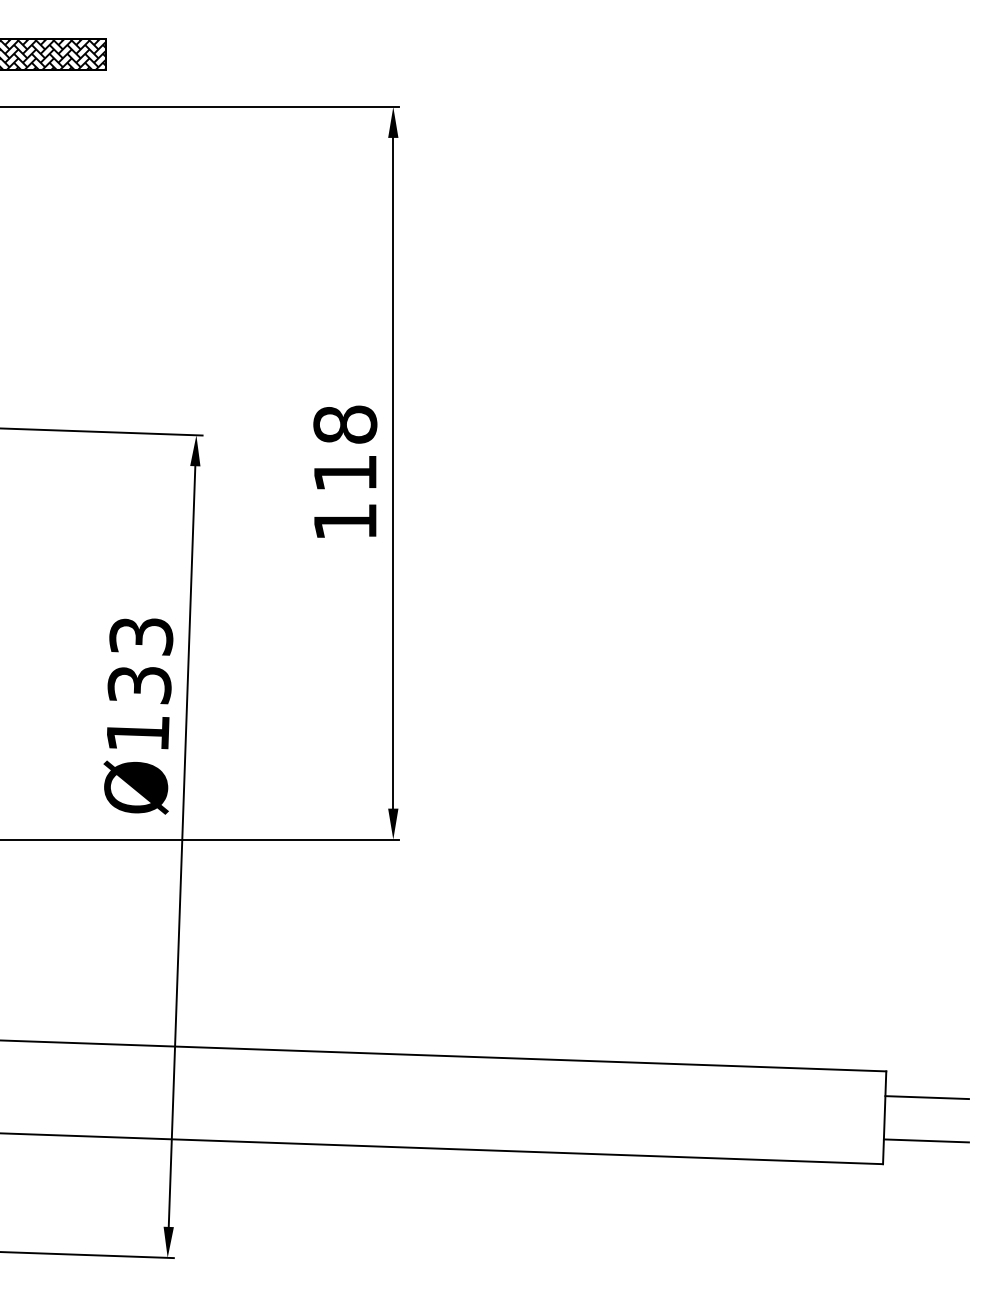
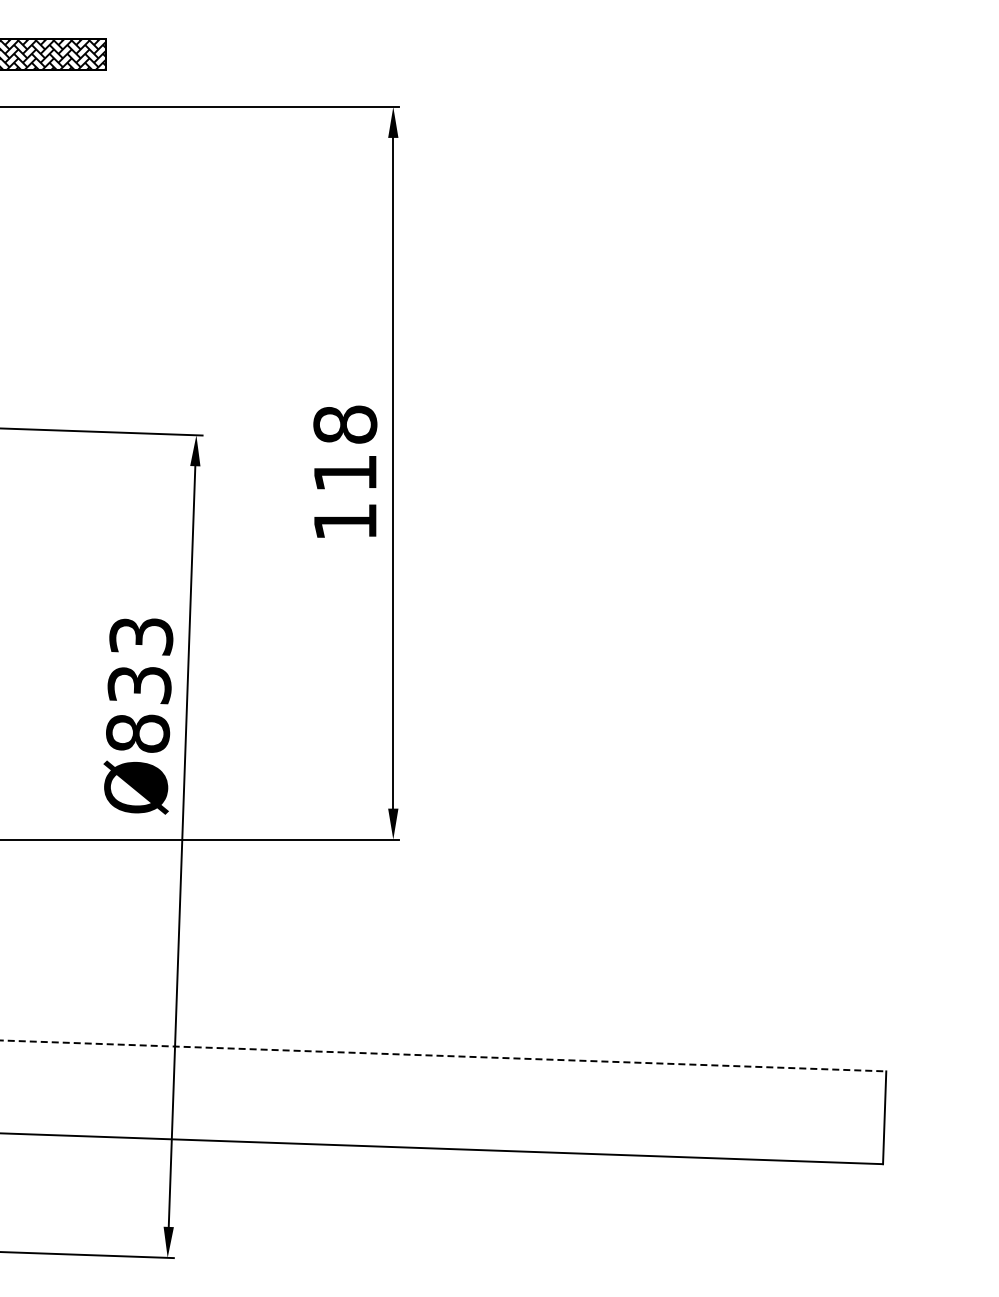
text at (138, 733): Ø133 -> Ø833
line at (444, 1055): solid -> dashed
line at (926, 1097): present -> none
line at (925, 1140): present -> none
